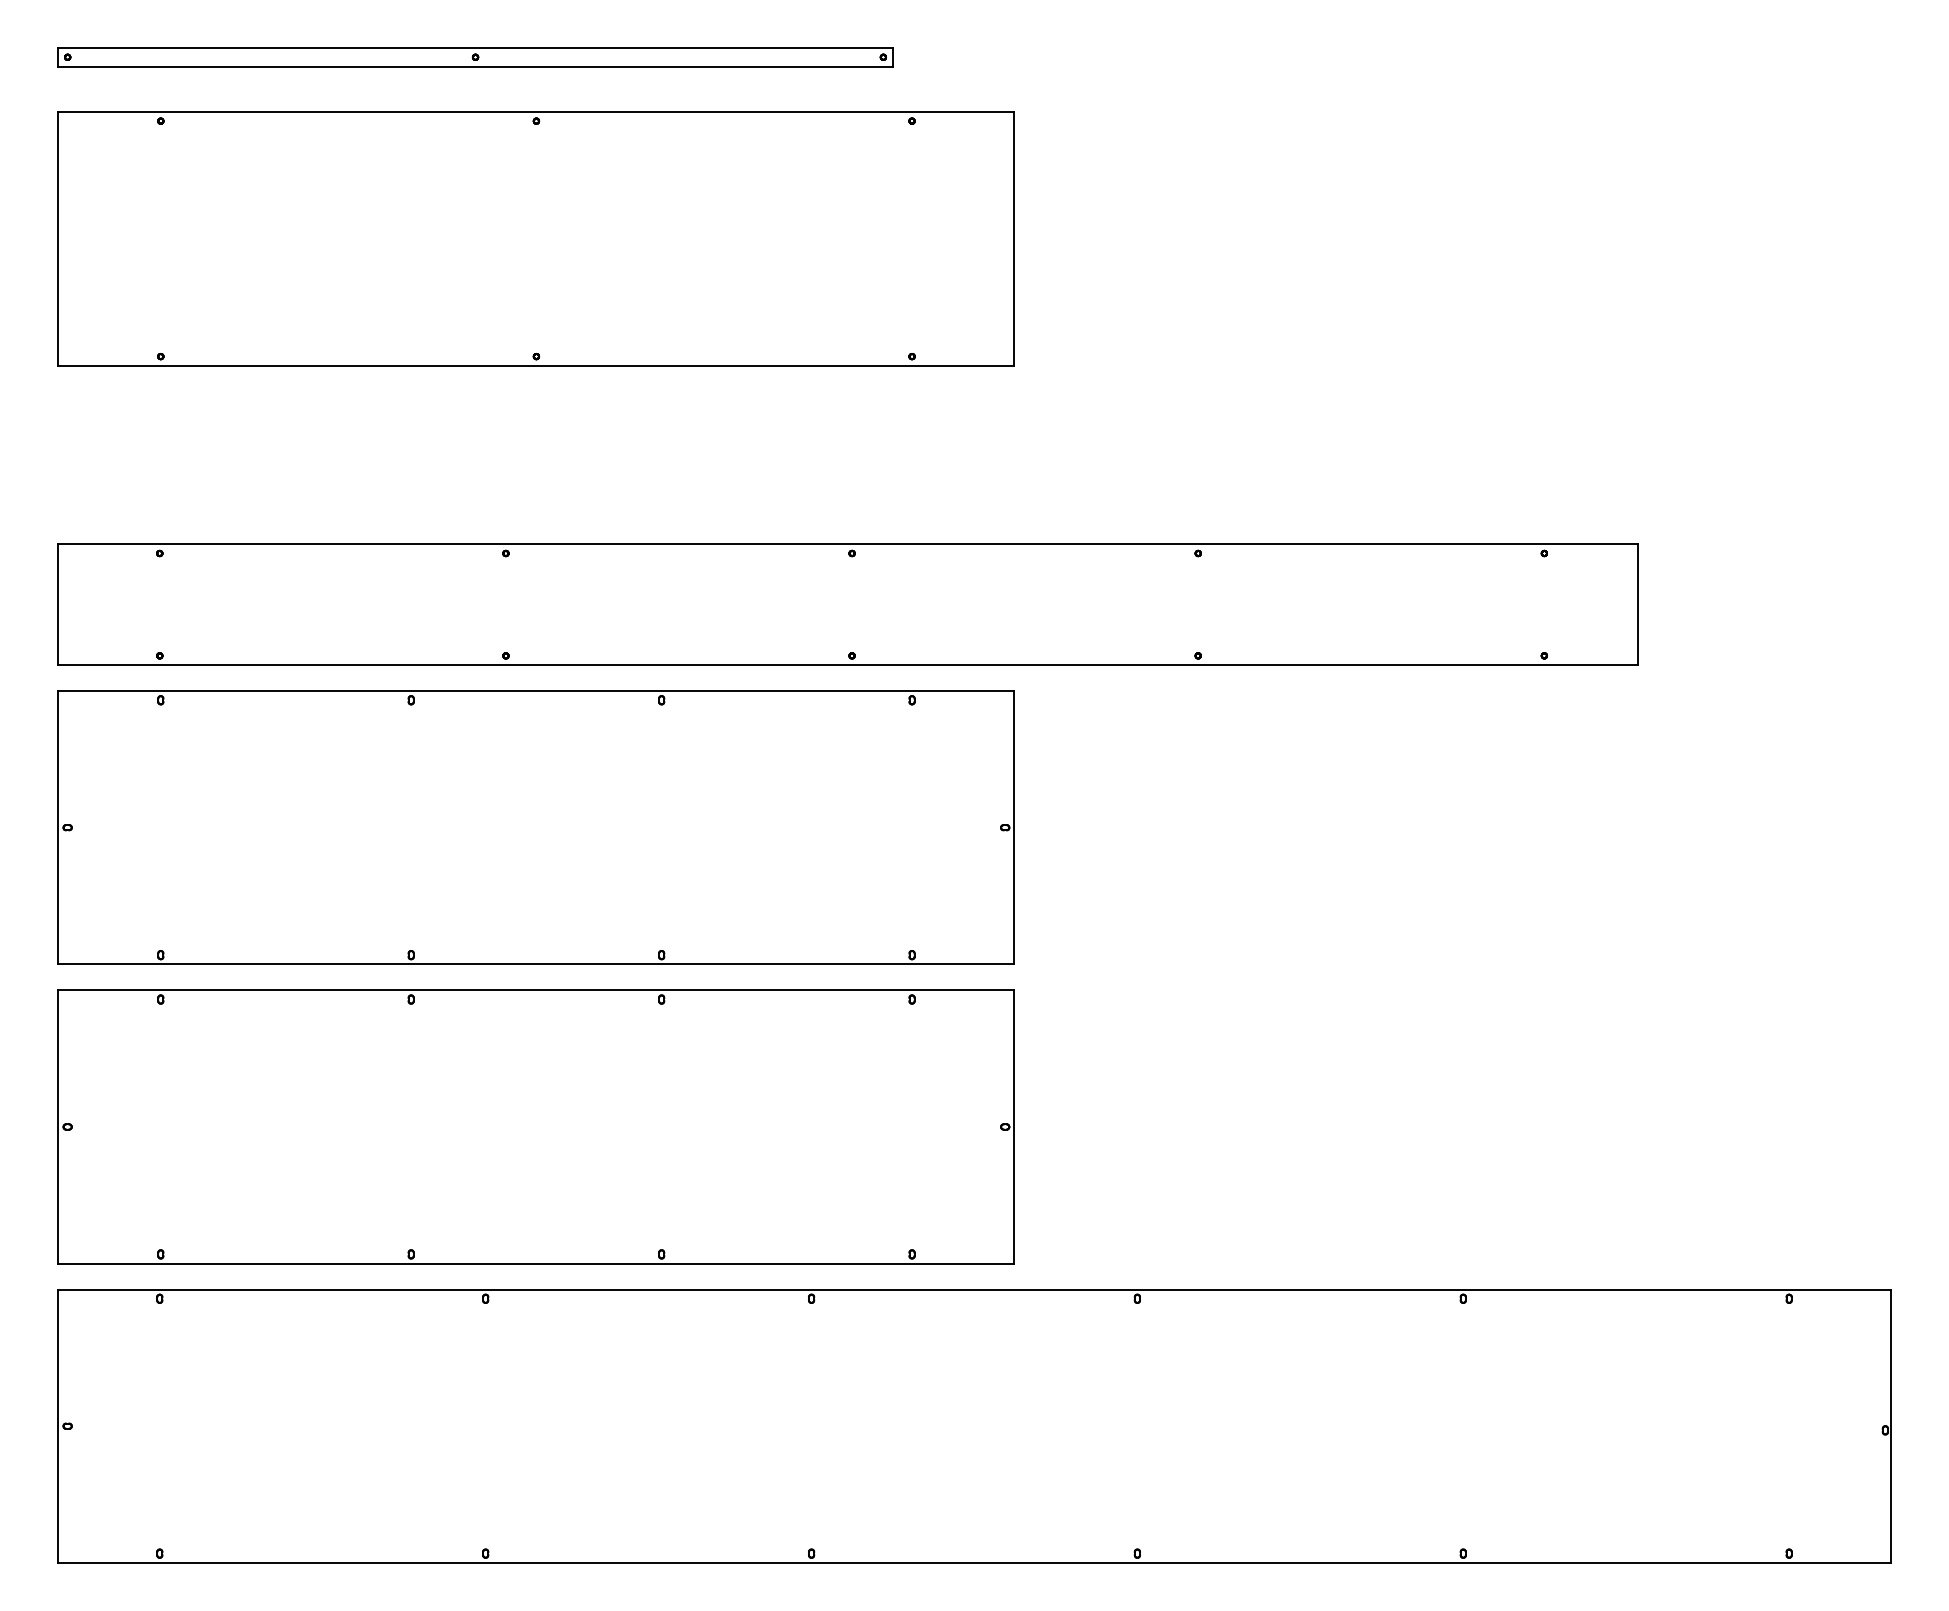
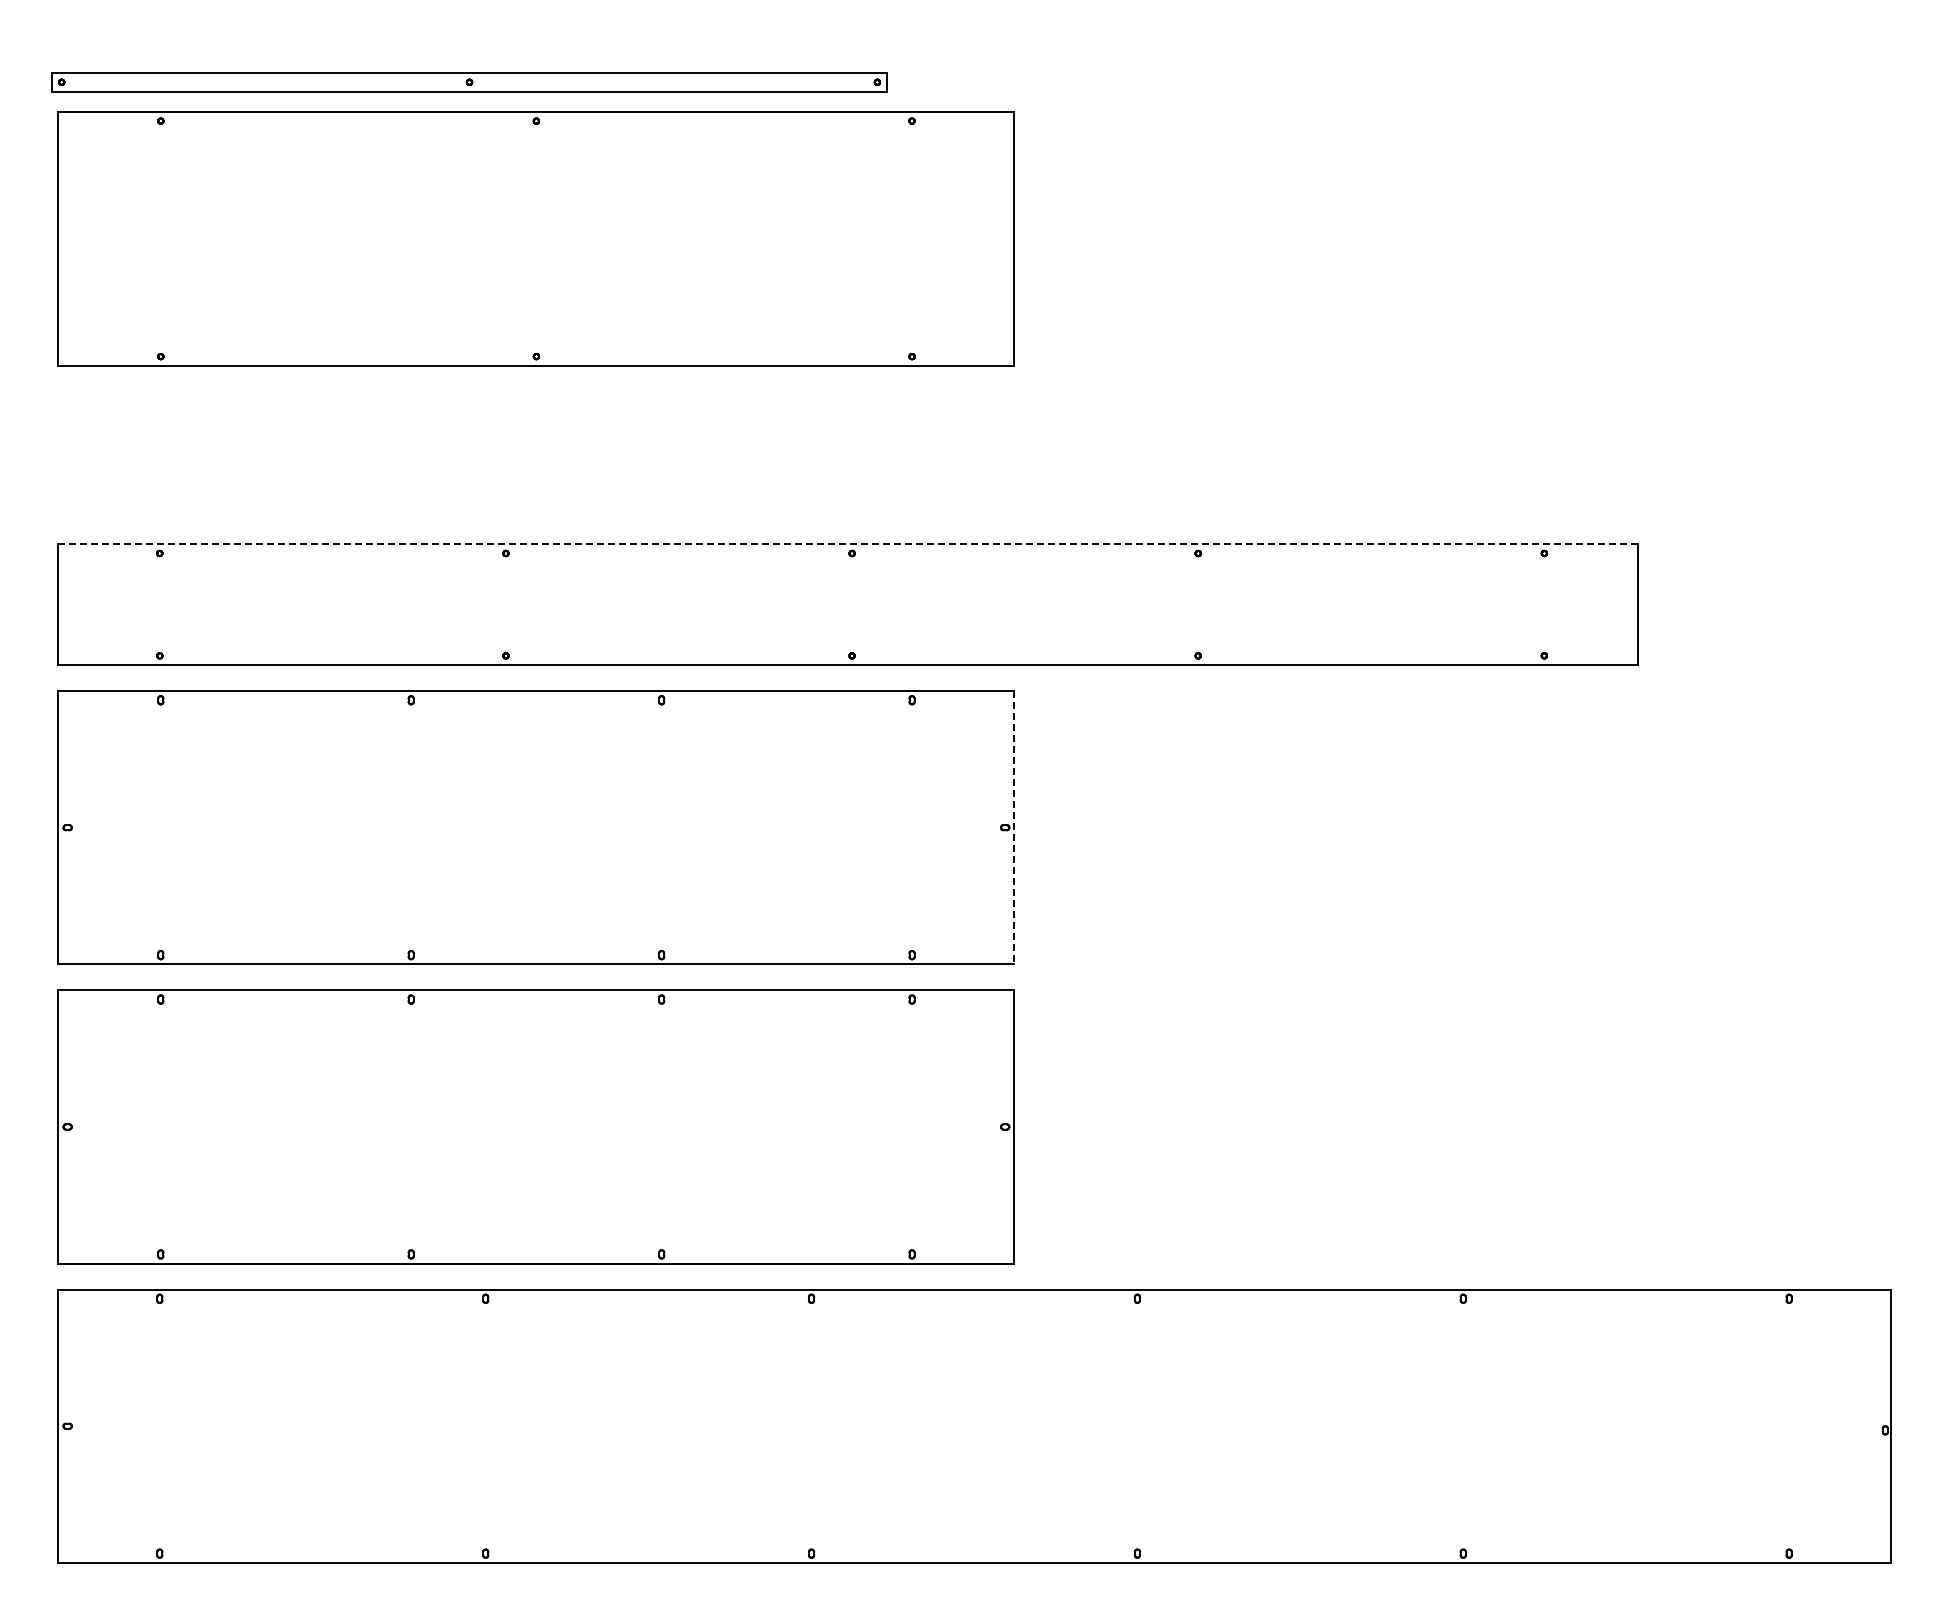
part at (475, 57) position: (475, 57) -> (469, 82)
line at (848, 544): solid -> dashed
line at (1014, 827): solid -> dashed
